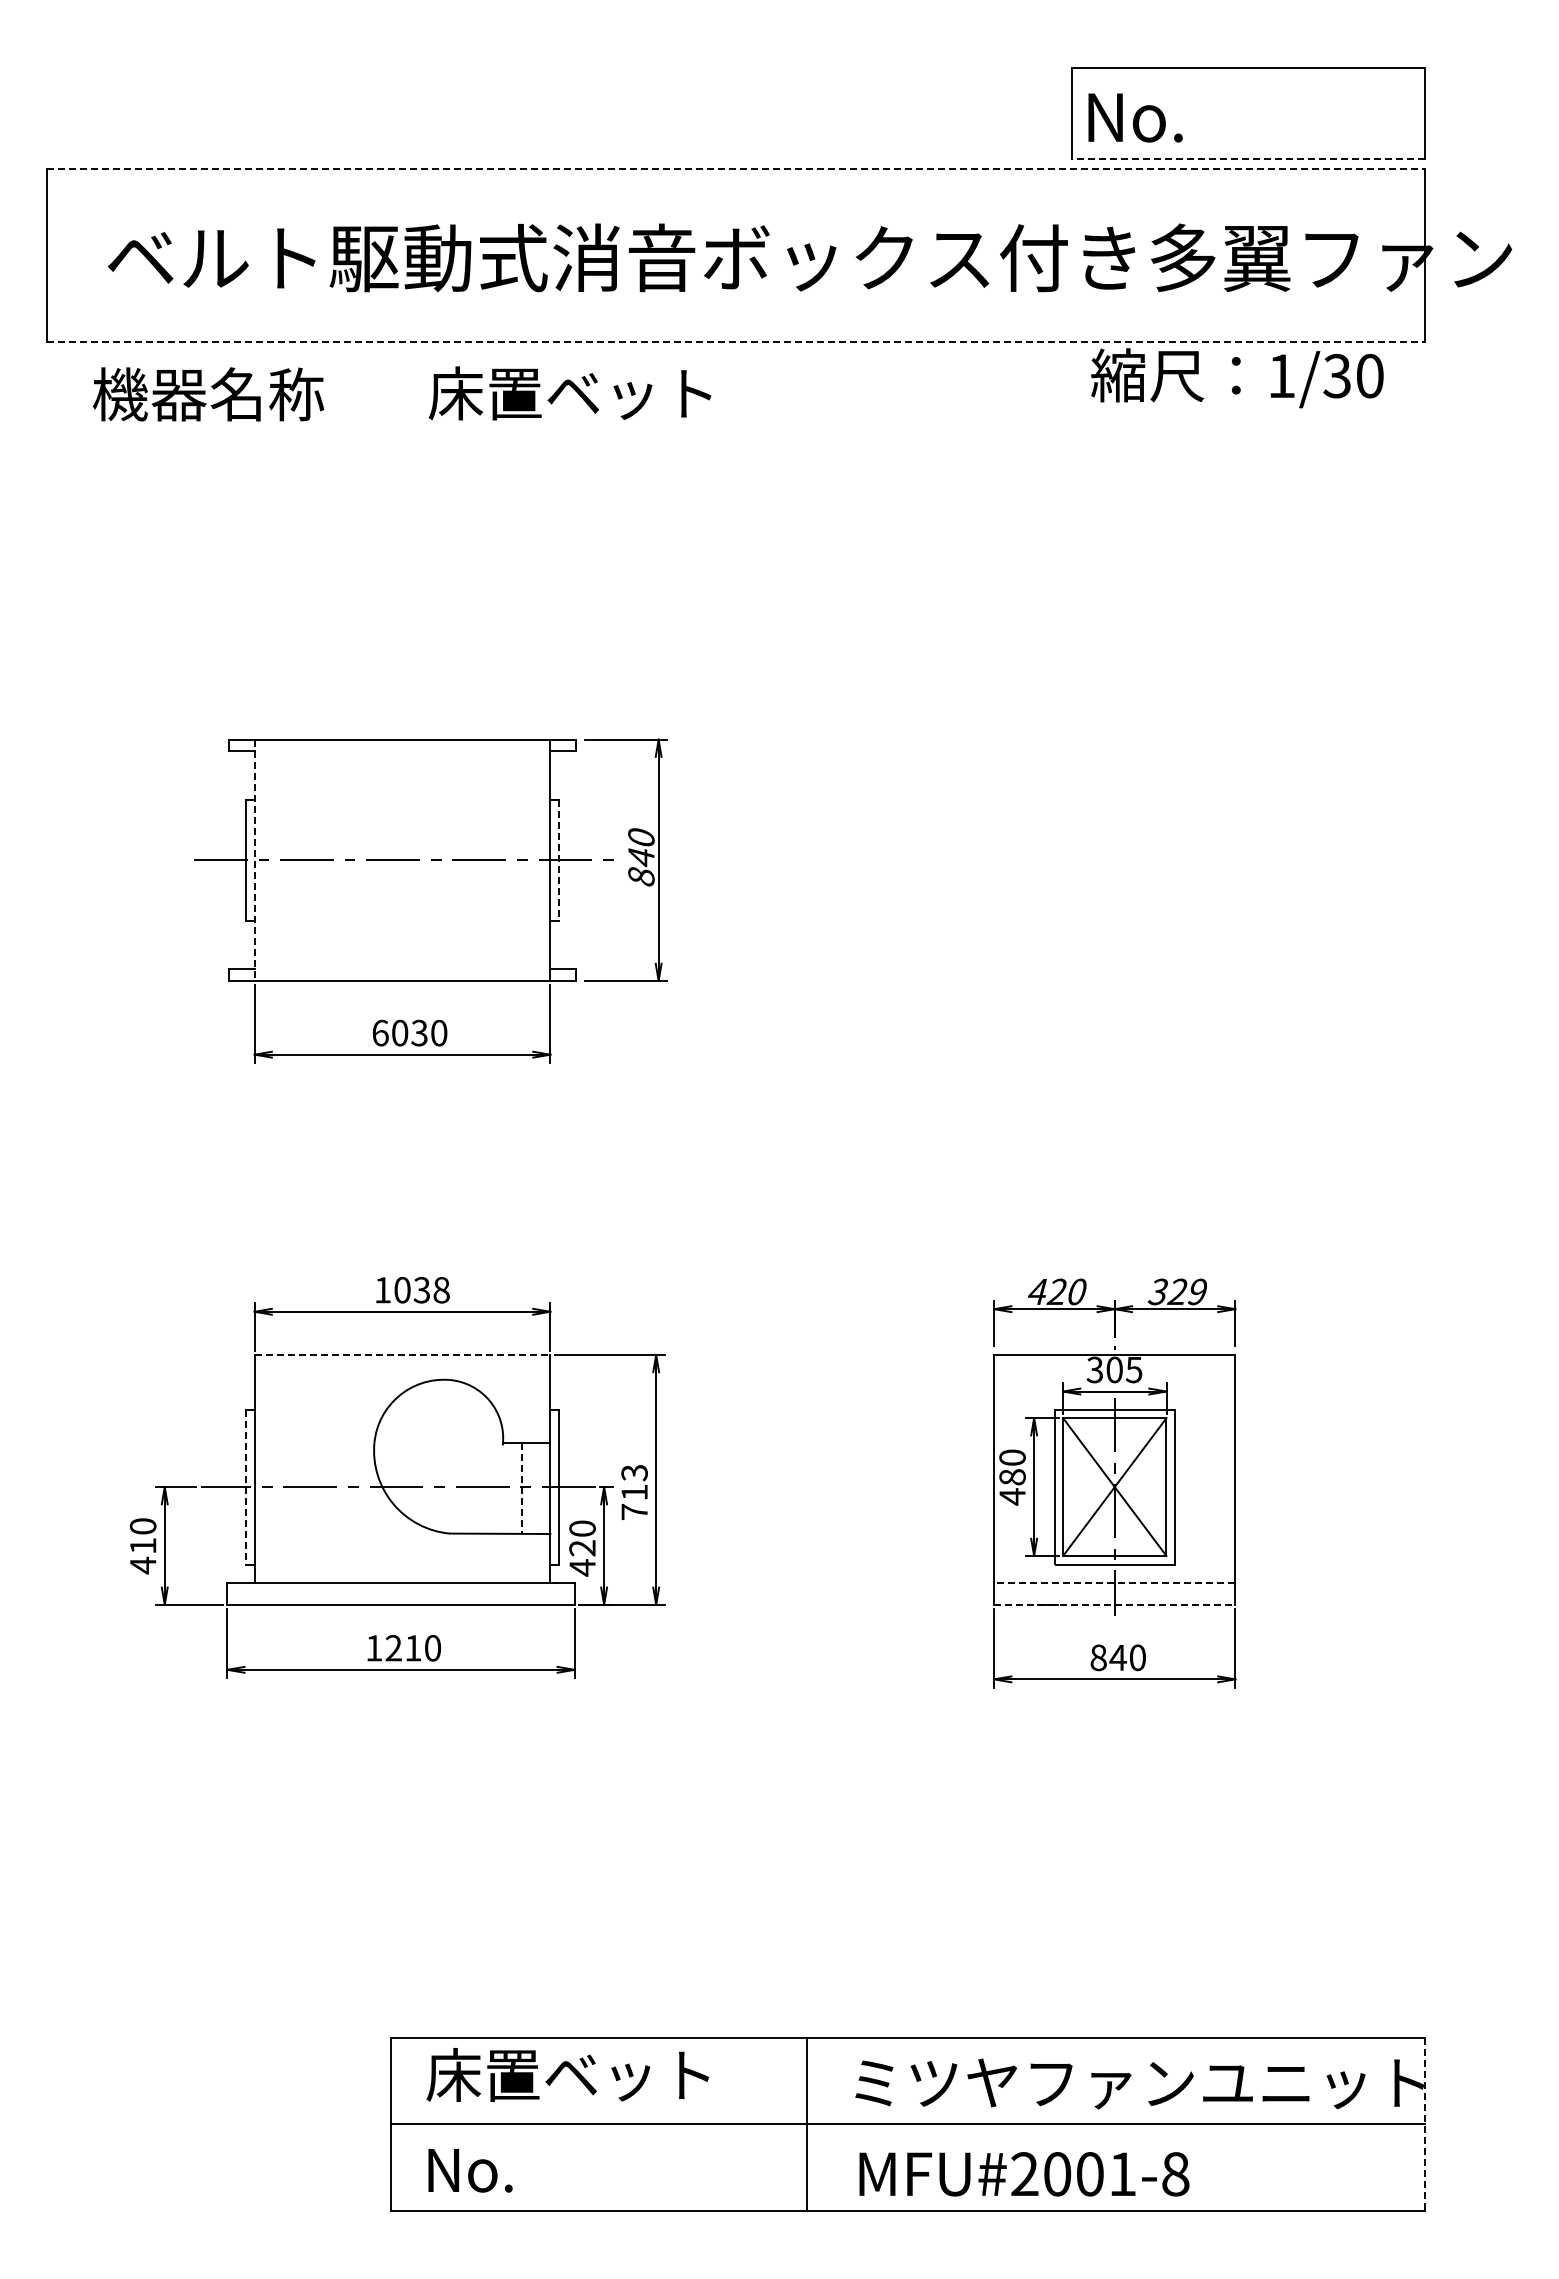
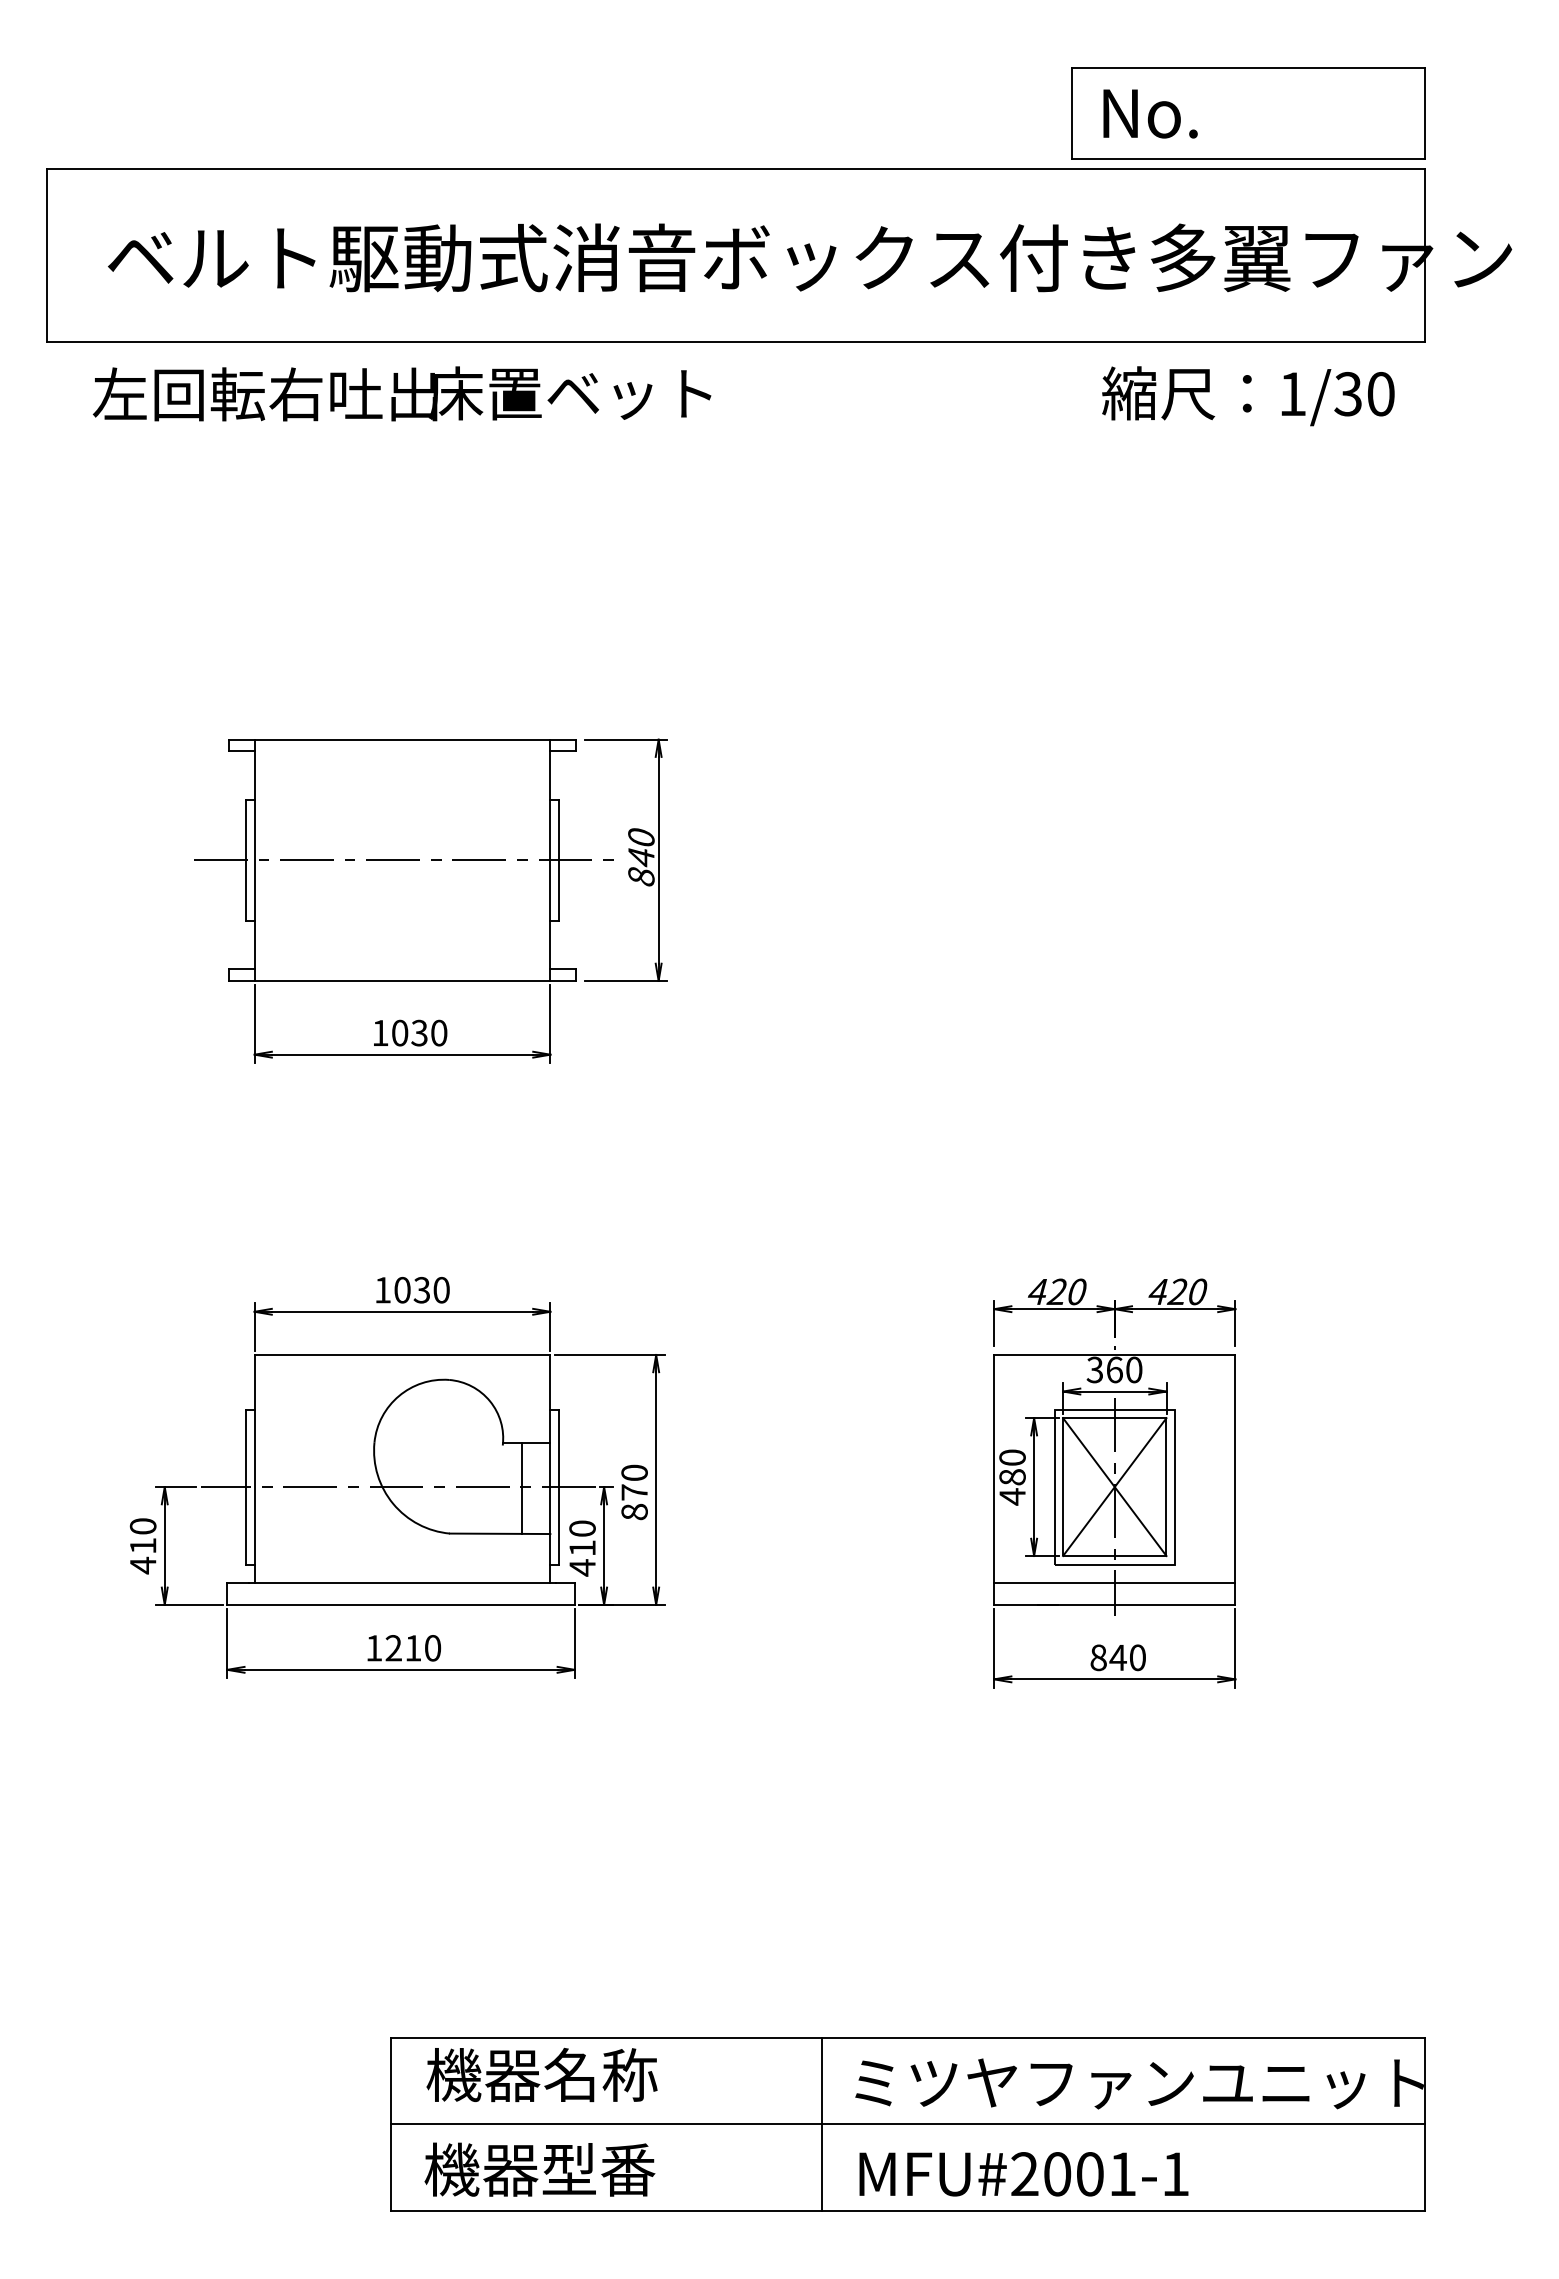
text at (1135, 117) position: (1135, 117) -> (1150, 113)
line at (1248, 159): dashed -> solid
line at (736, 169): dashed -> solid
line at (736, 341): dashed -> solid
text at (1237, 378) position: (1237, 378) -> (1248, 396)
text at (264, 394): 機器名称 -> 左回転右吐出
line at (254, 860): dashed -> solid
line at (559, 860): dashed -> solid
text at (380, 1032): 6030 -> 1030
text at (441, 1290): 1038 -> 1030
text at (1177, 1291): 329 -> 420
line at (402, 1354): dashed -> solid
text at (1124, 1369): 305 -> 360
line at (246, 1487): dashed -> solid
line at (521, 1489): dashed -> solid
text at (634, 1492): 713 -> 870
text at (582, 1548): 420 -> 410
line at (1114, 1583): dashed -> solid
line at (1114, 1604): dashed -> solid
text at (567, 2074): 床置ベット -> 機器名称
line at (807, 2124) position: (807, 2124) -> (822, 2124)
line at (1425, 2124): dashed -> solid
text at (539, 2169): No. -> 機器型番
text at (1175, 2174): MFU#2001-8 -> MFU#2001-1
